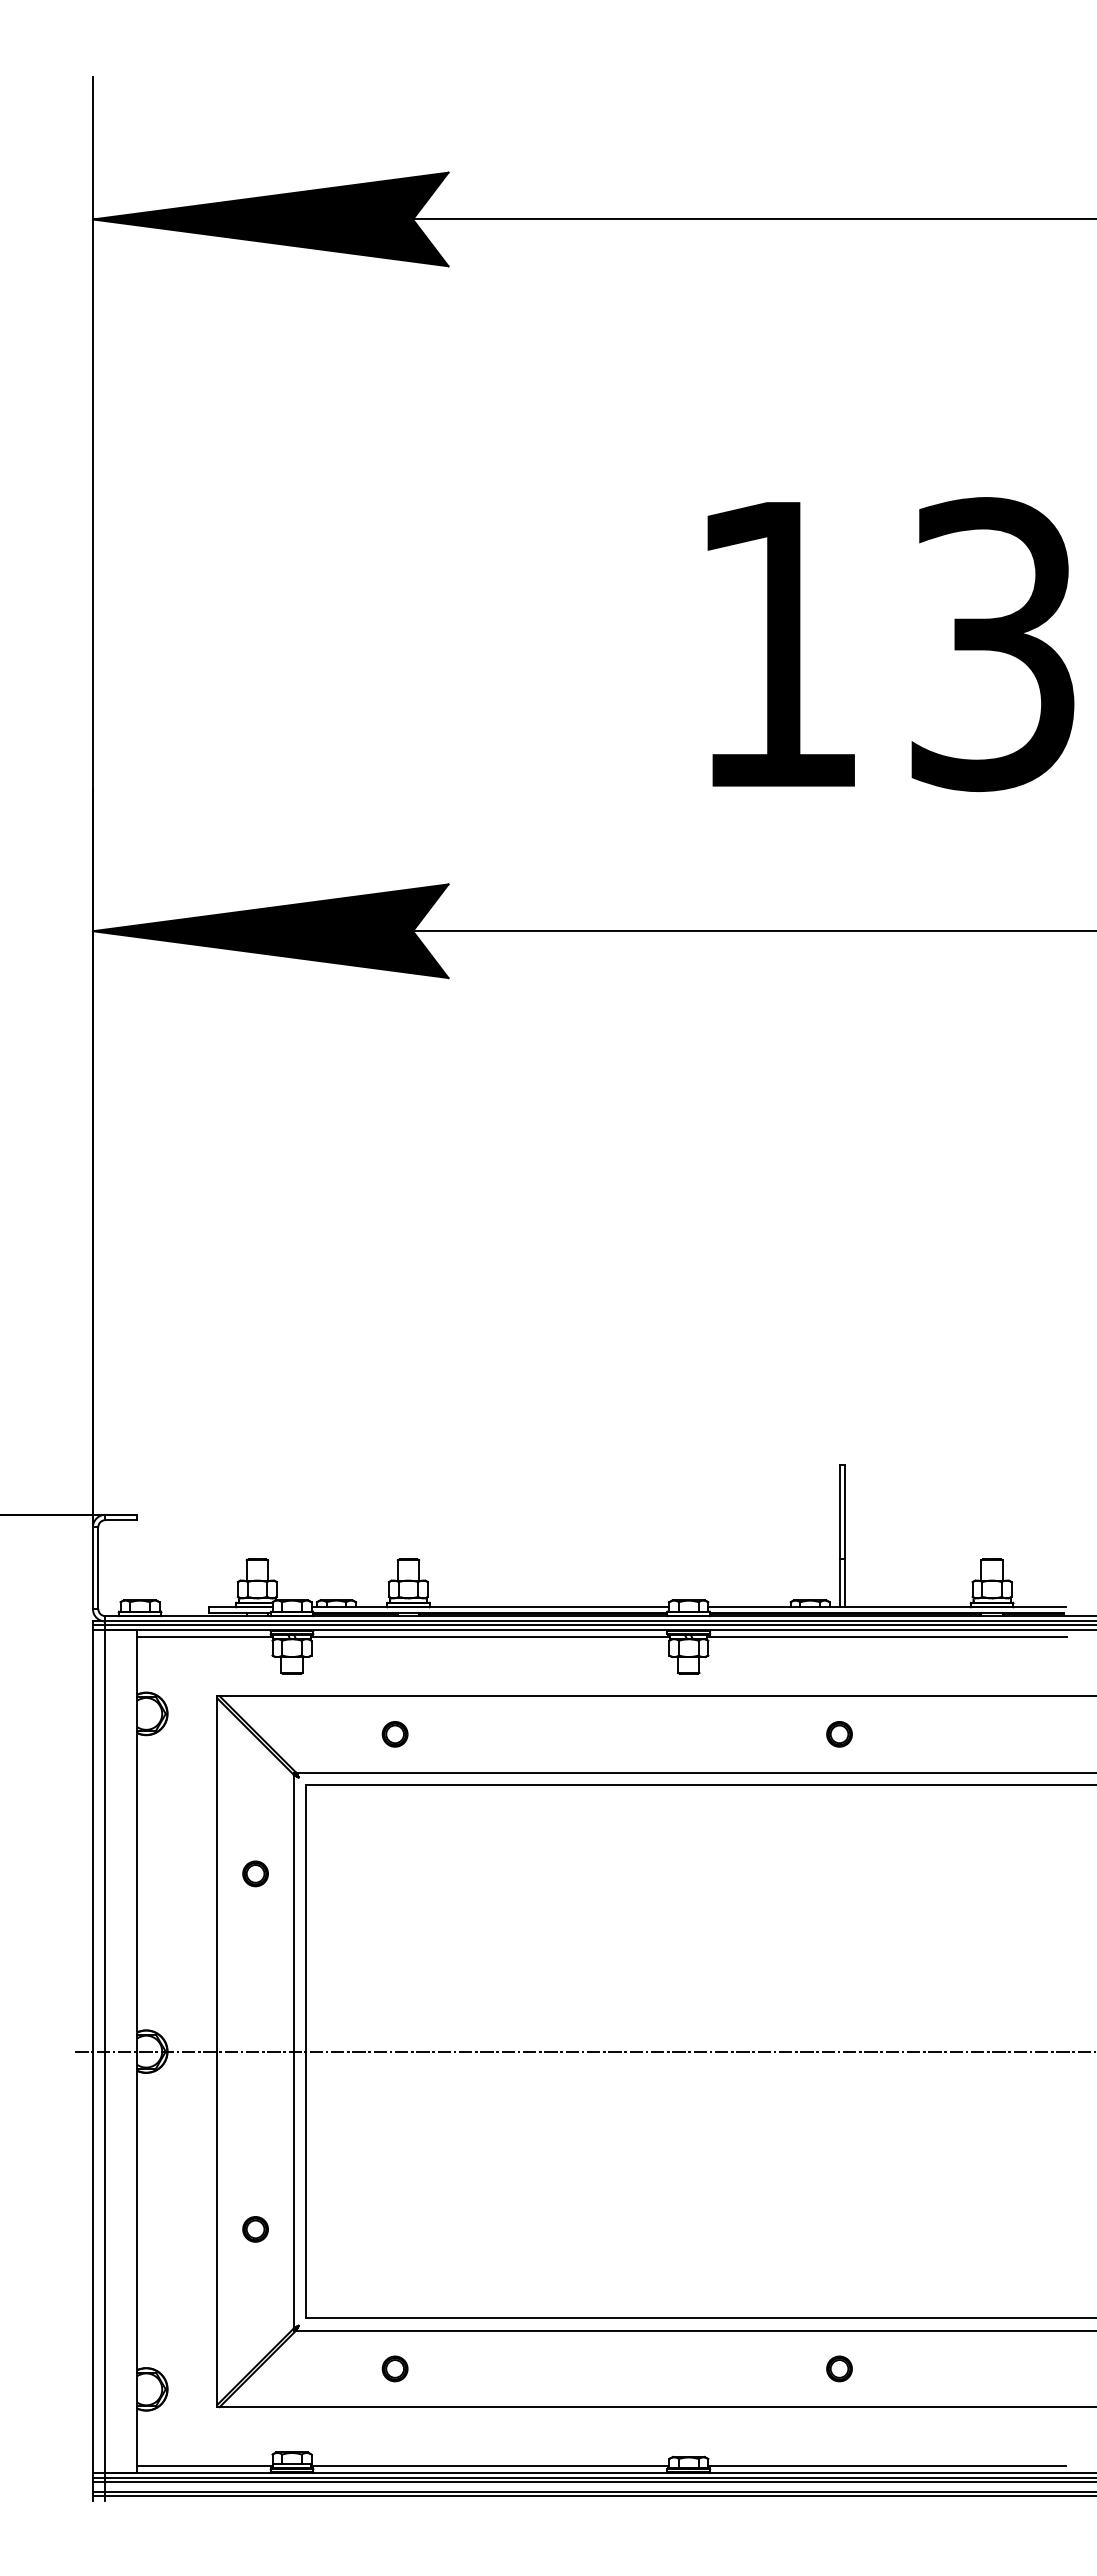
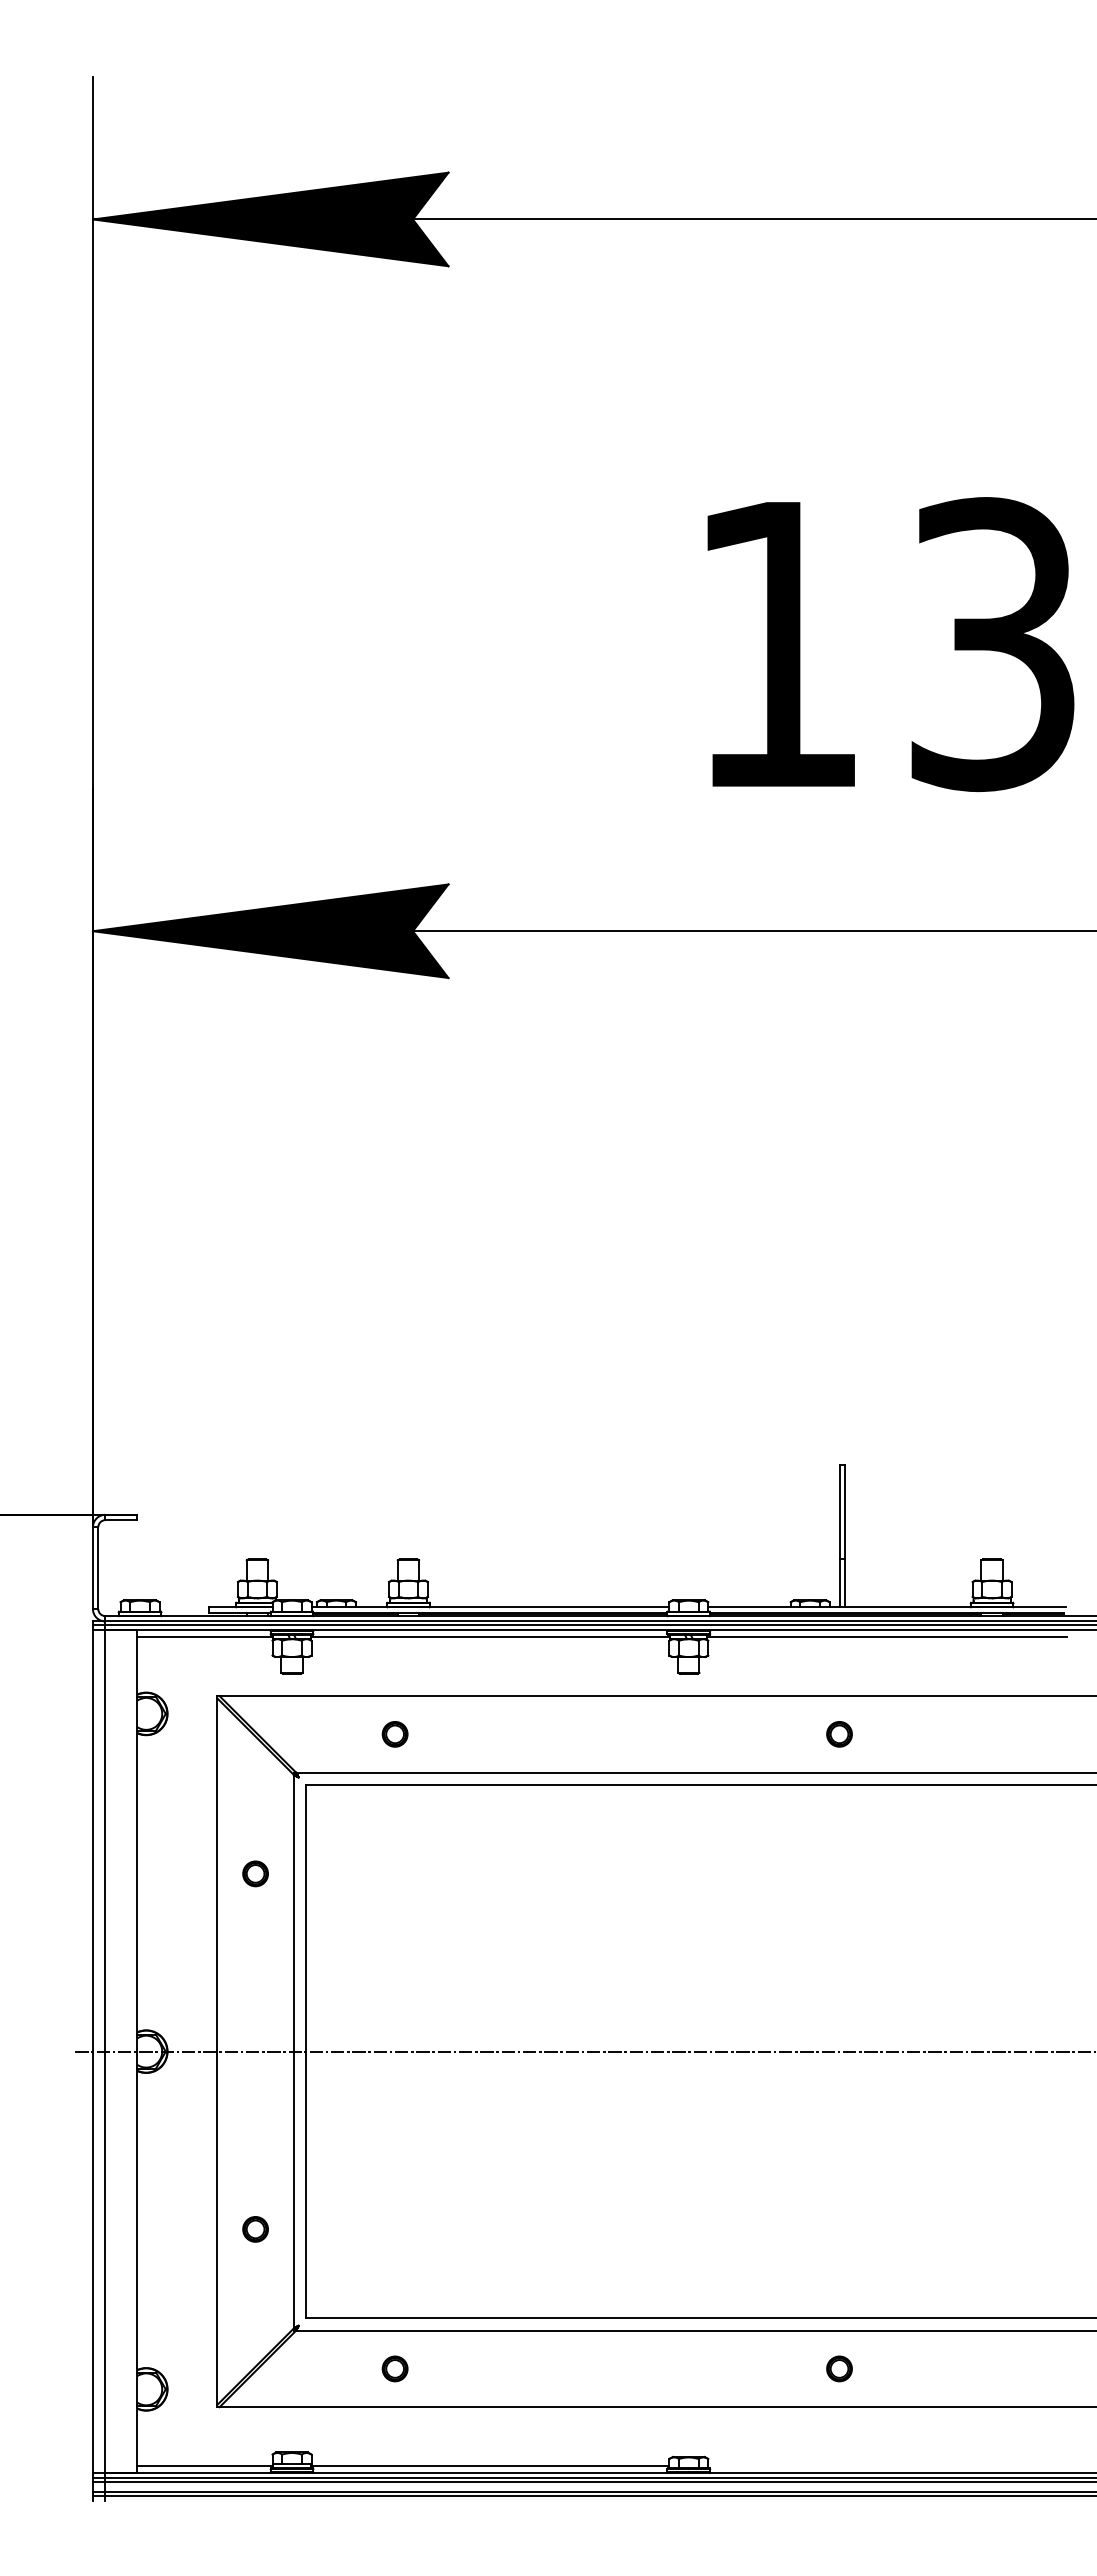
line at (887, 2465): present -> none
